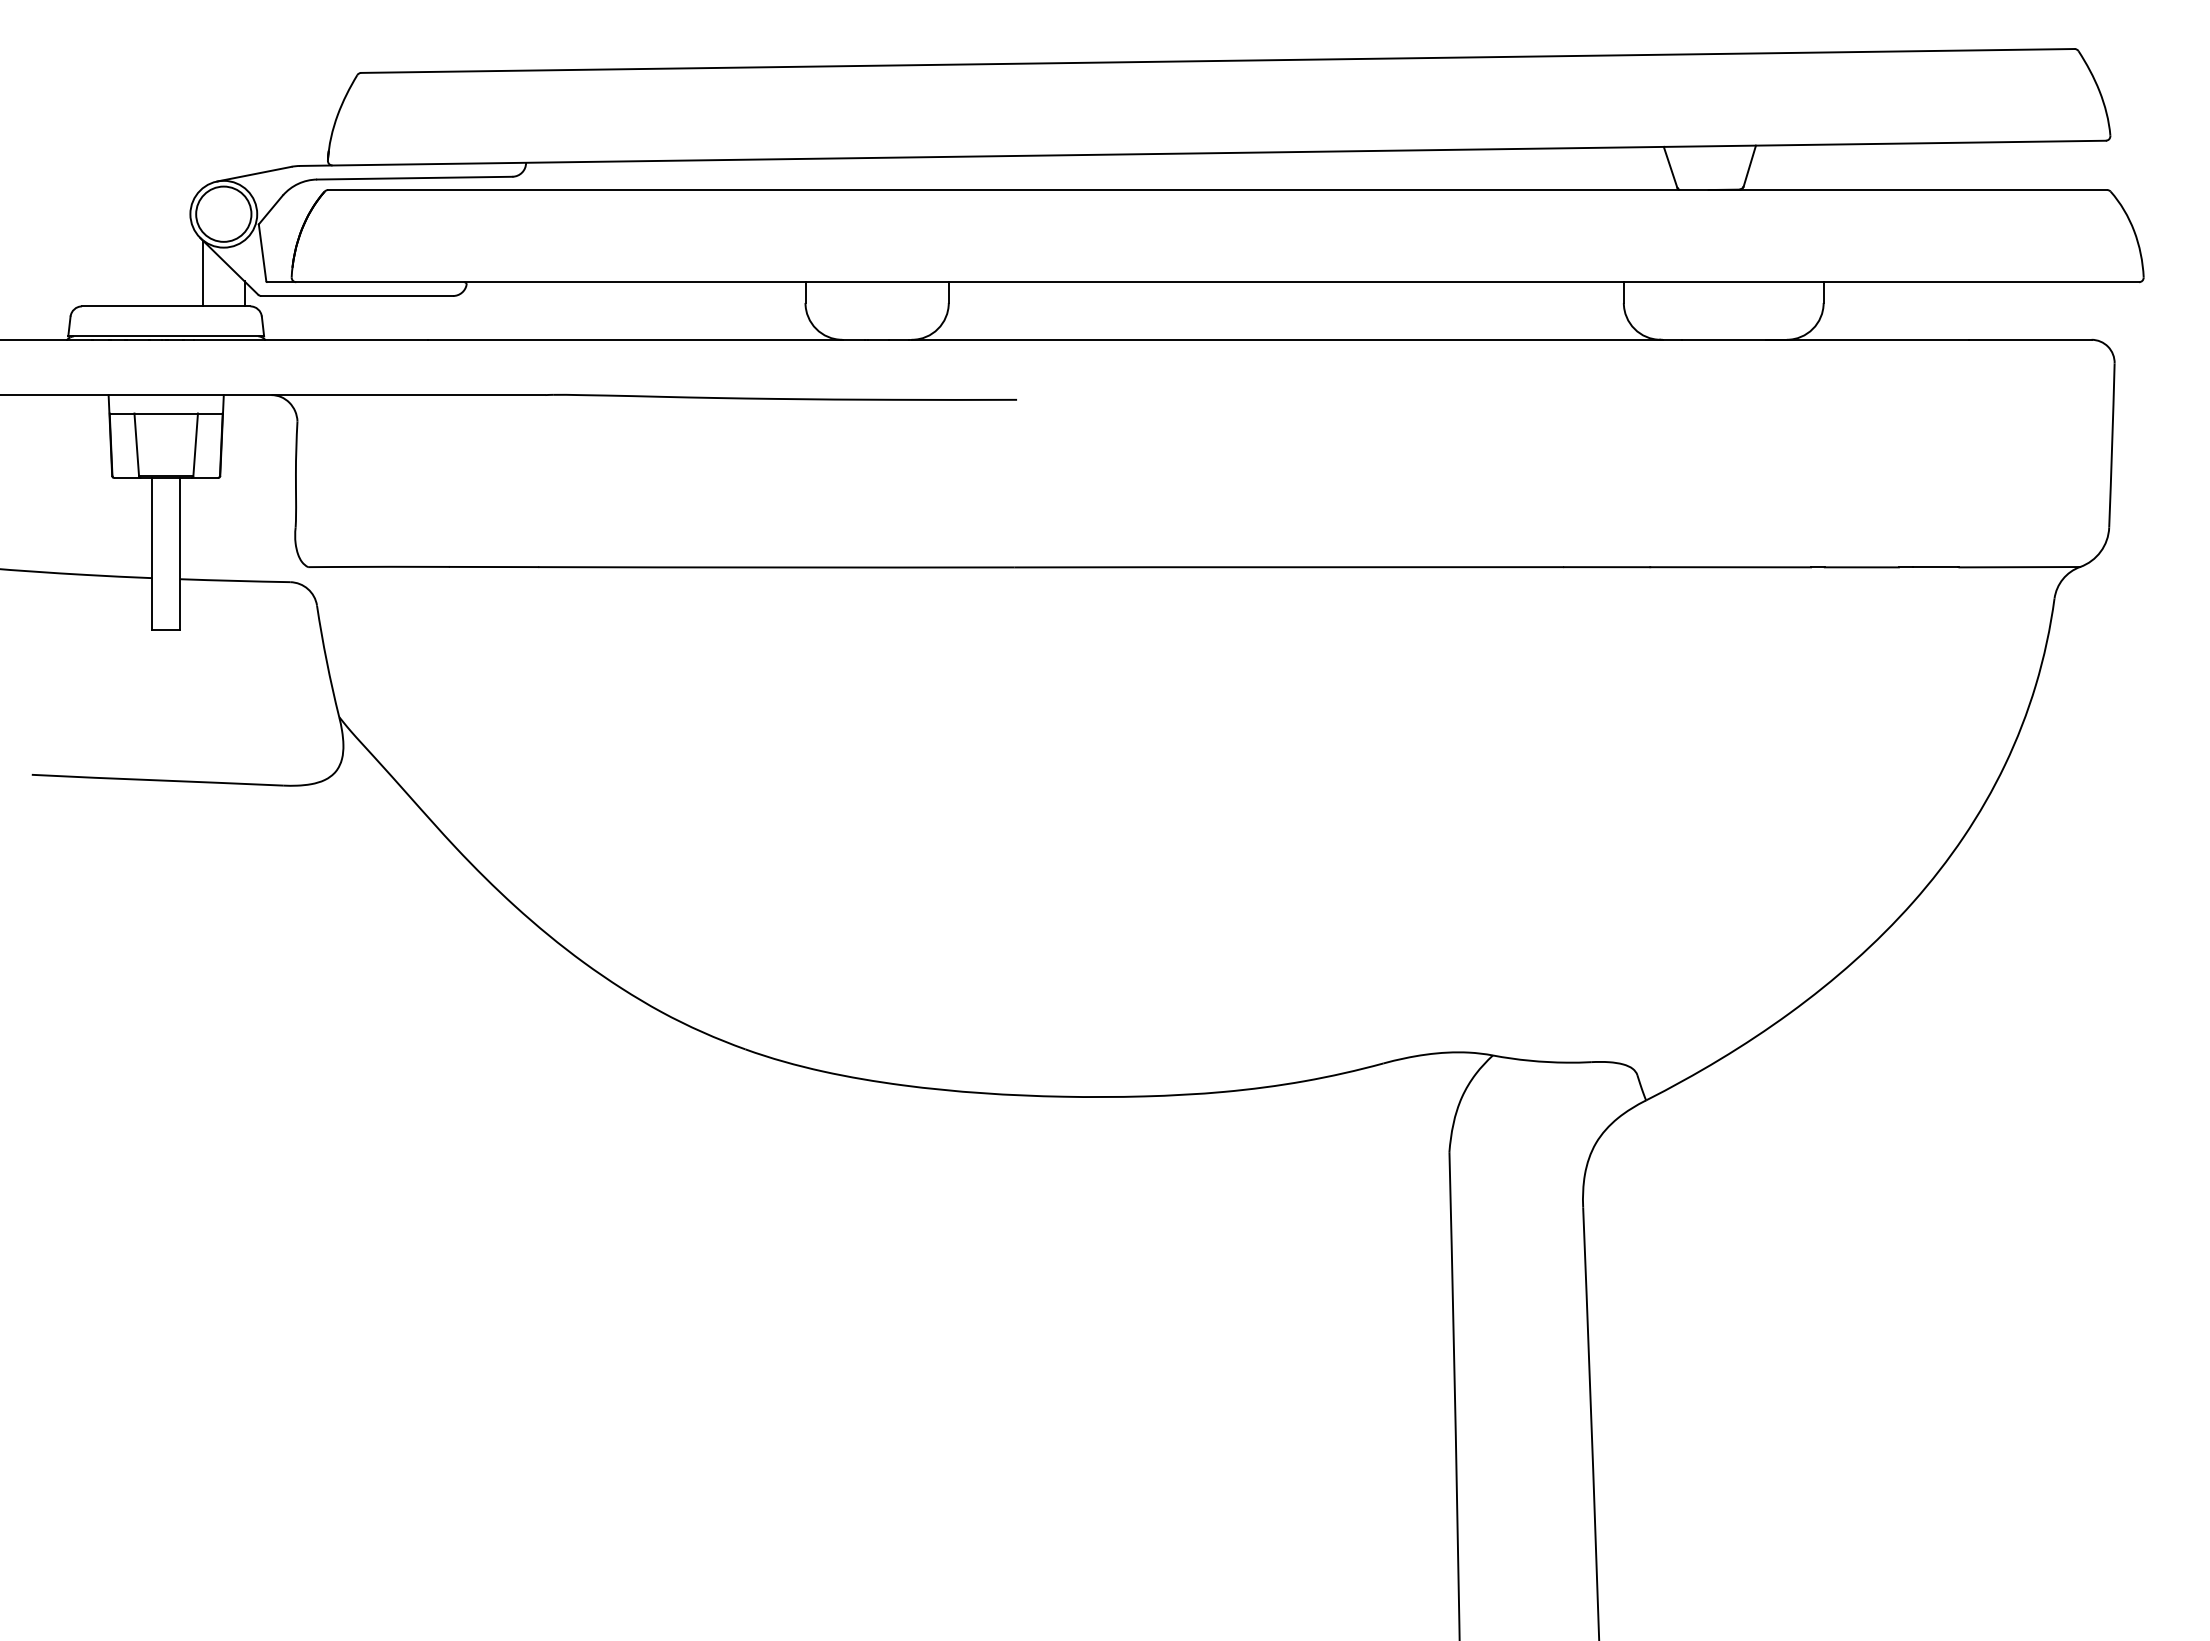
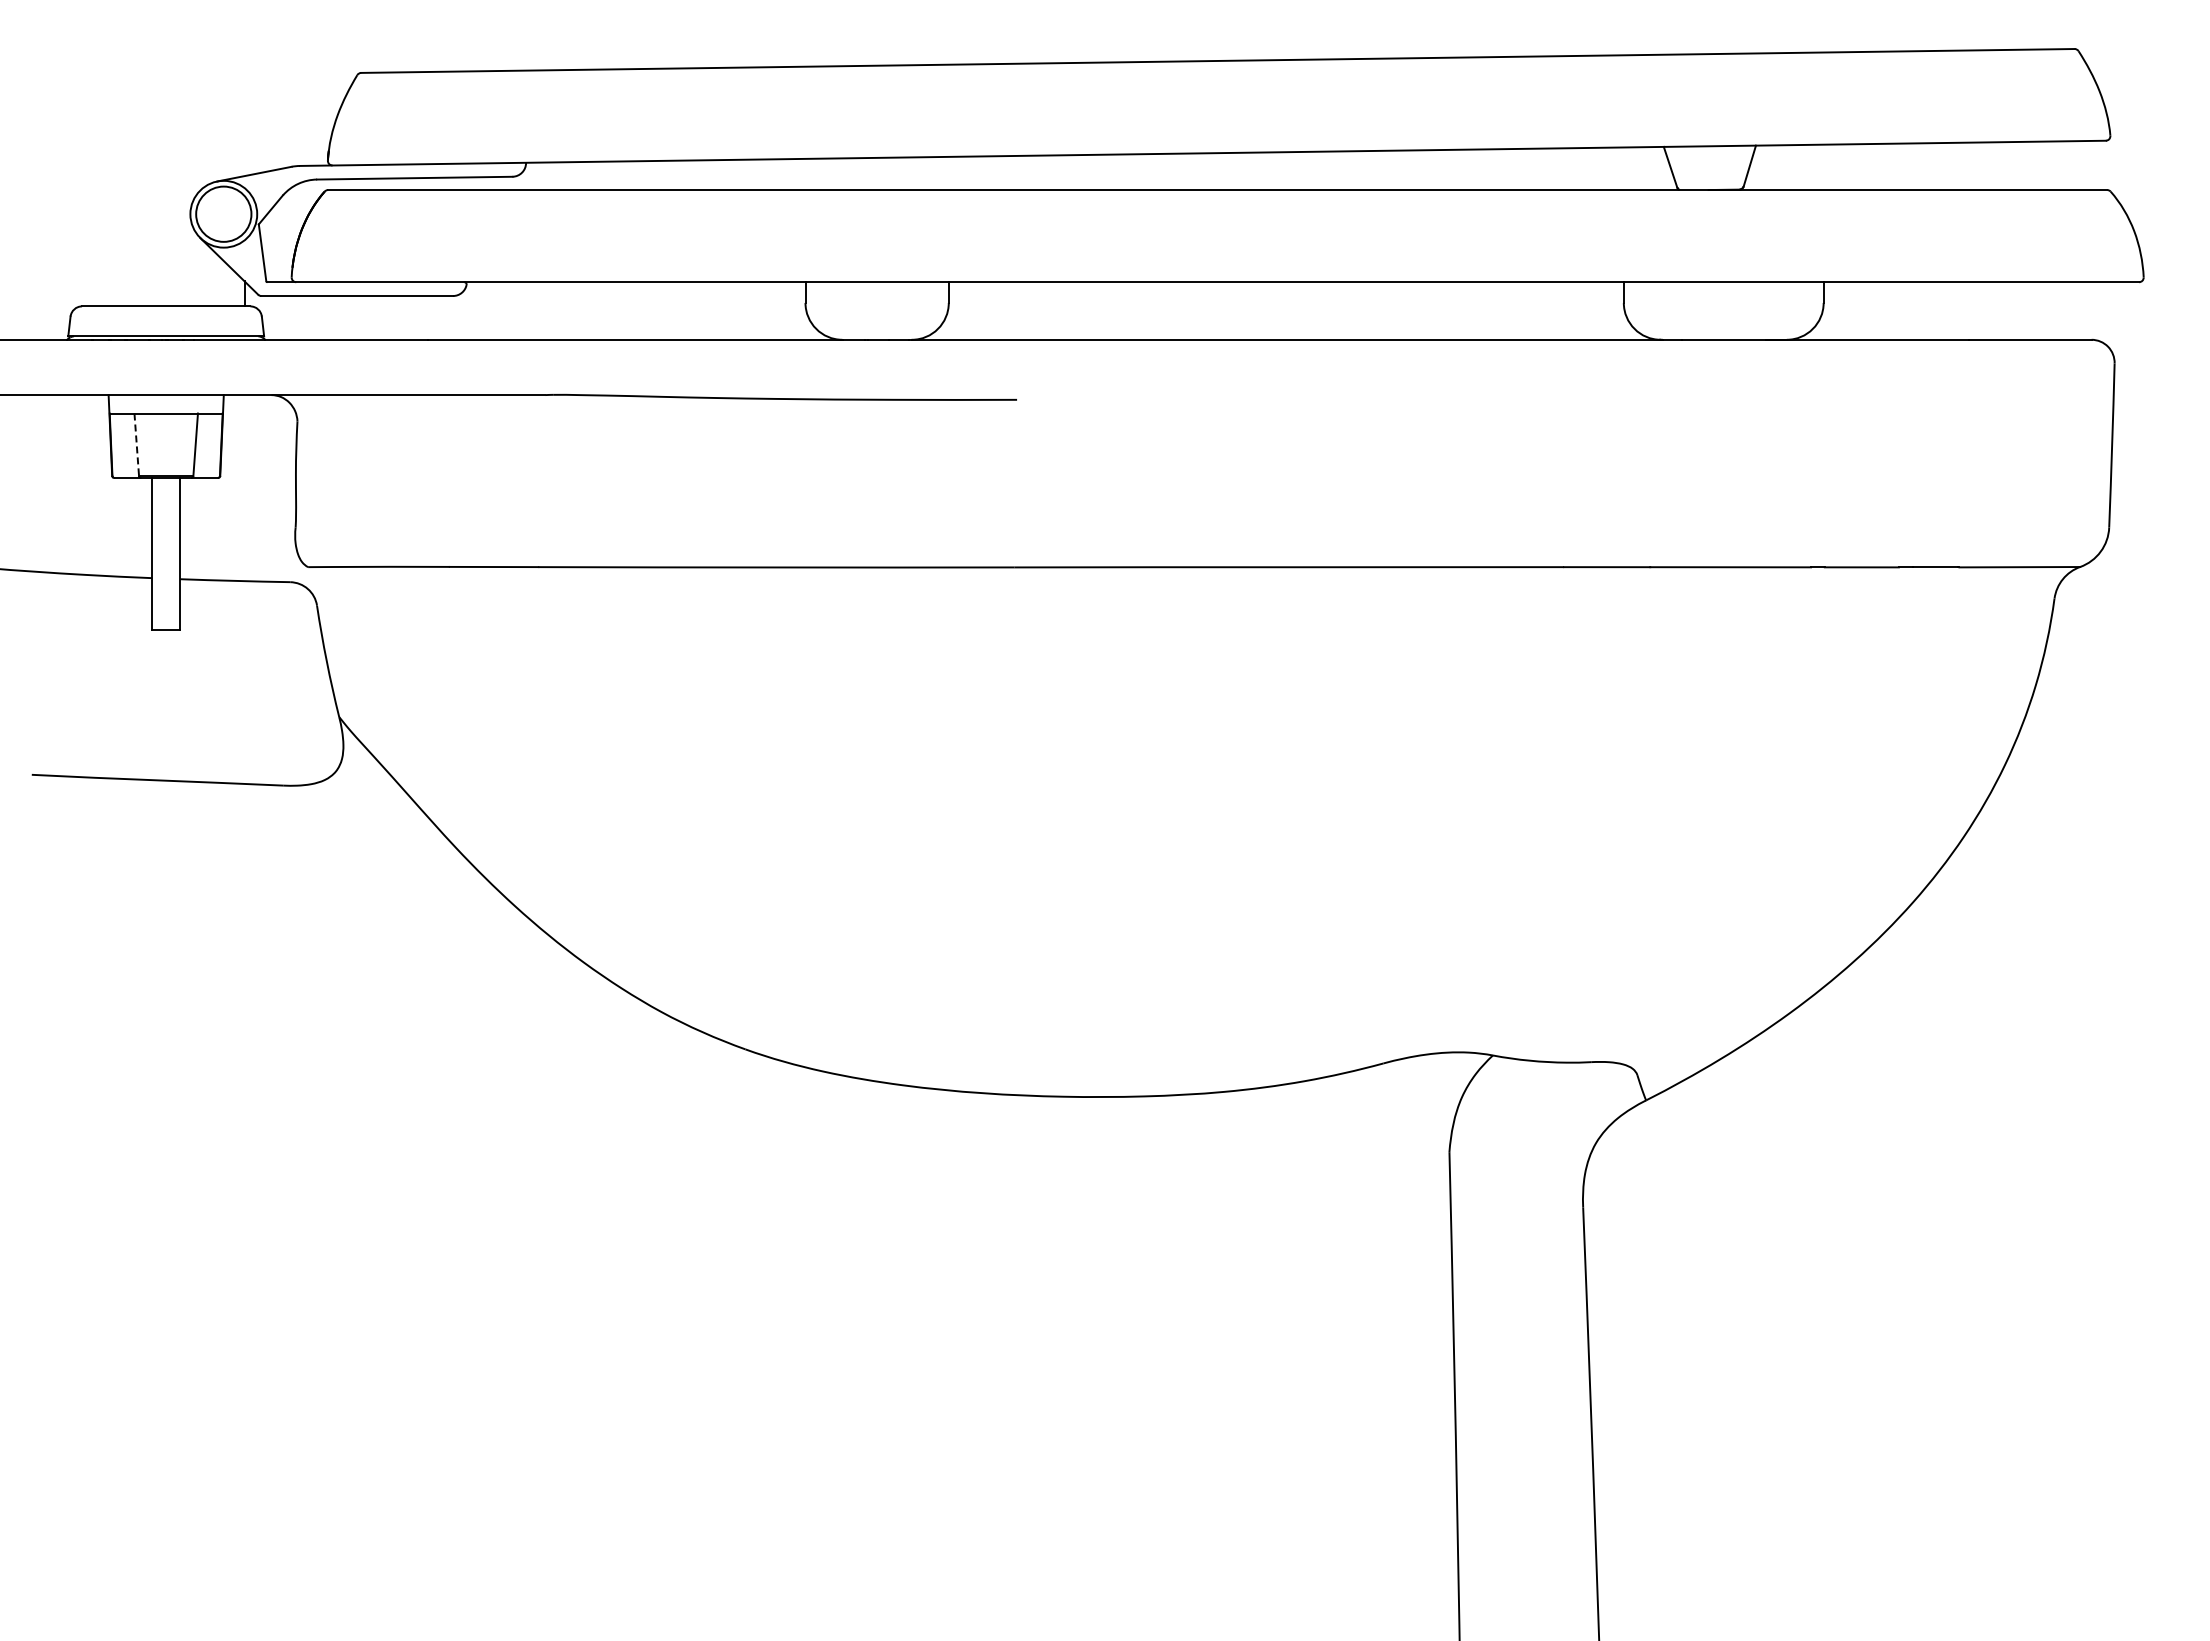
line at (203, 273): present -> none
line at (136, 445): solid -> dashed
